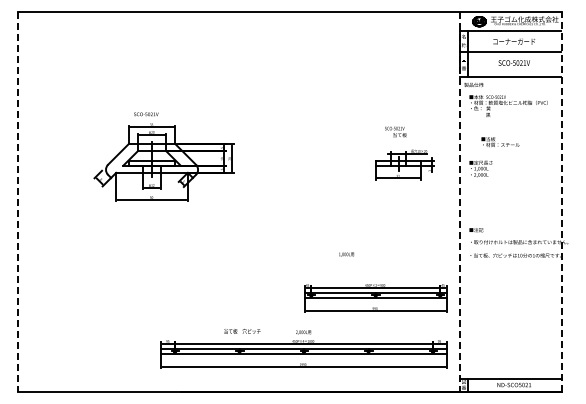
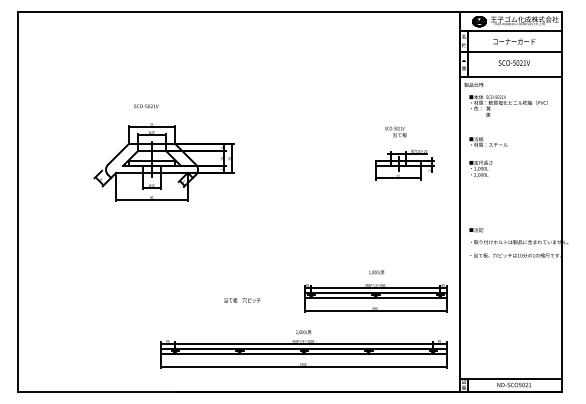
text at (146, 114) position: (146, 114) -> (146, 106)
text at (500, 142) position: (500, 142) -> (488, 142)
line at (17, 202): dashed -> solid
line at (460, 202): dashed -> solid
line at (562, 202): dashed -> solid
text at (346, 254) position: (346, 254) -> (376, 272)
text at (242, 331) position: (242, 331) -> (242, 300)
